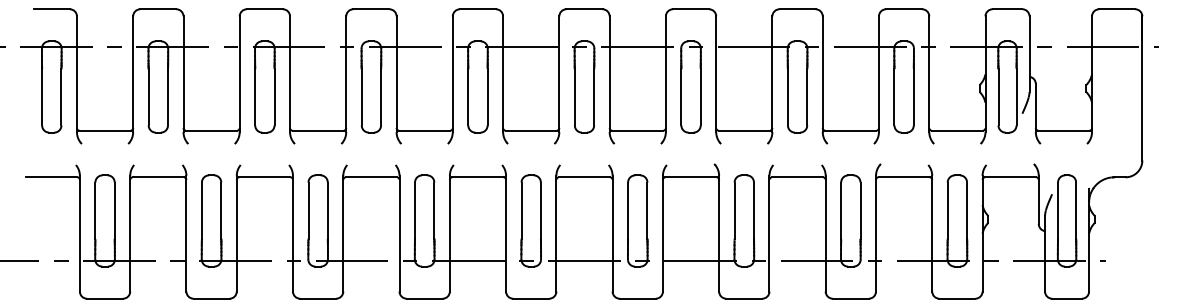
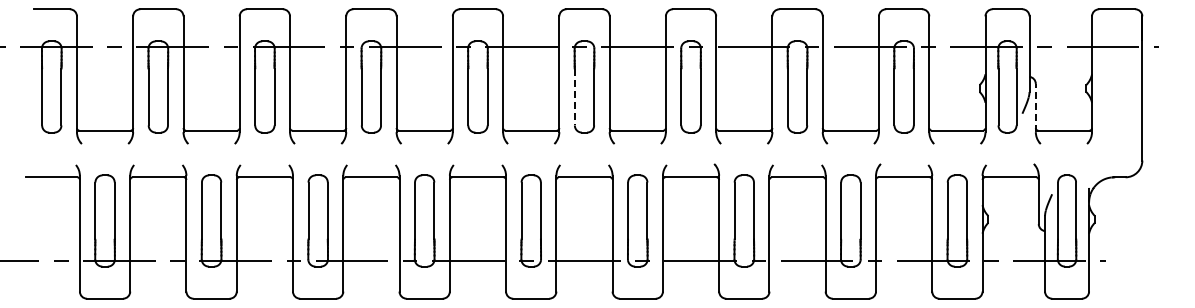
line at (574, 97): solid -> dashed
line at (1035, 107): solid -> dashed
